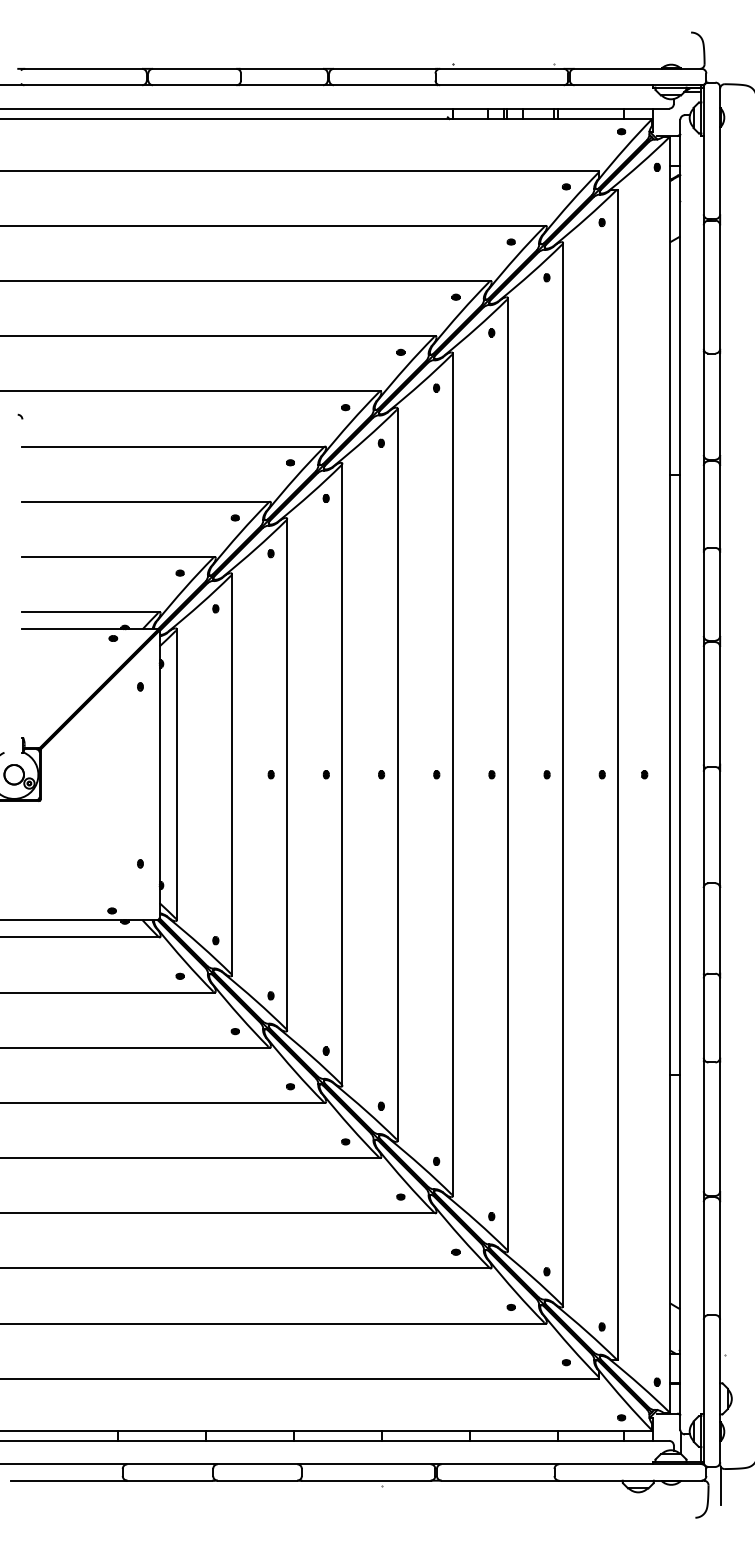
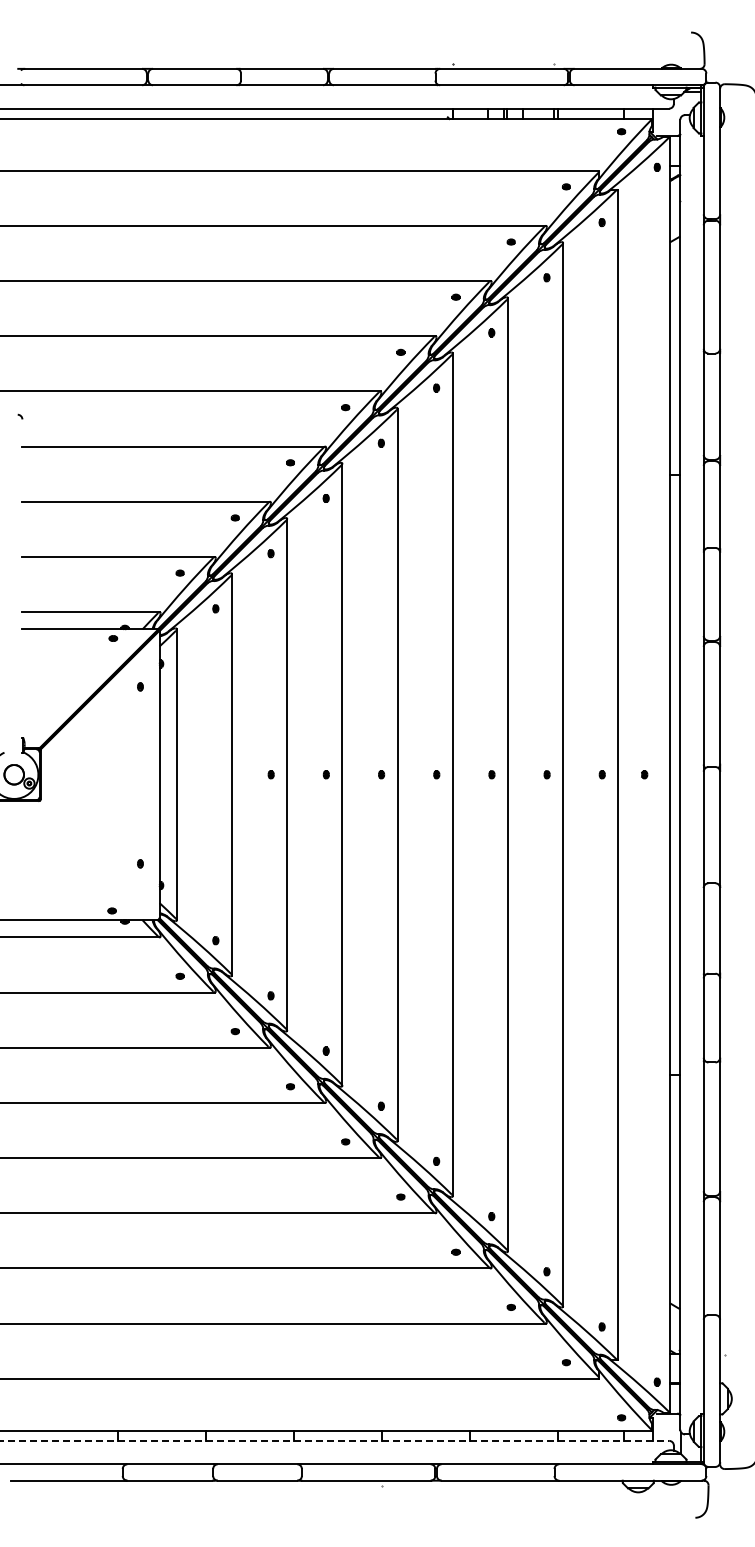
line at (335, 1440): solid -> dashed
line at (721, 1485): present -> none
